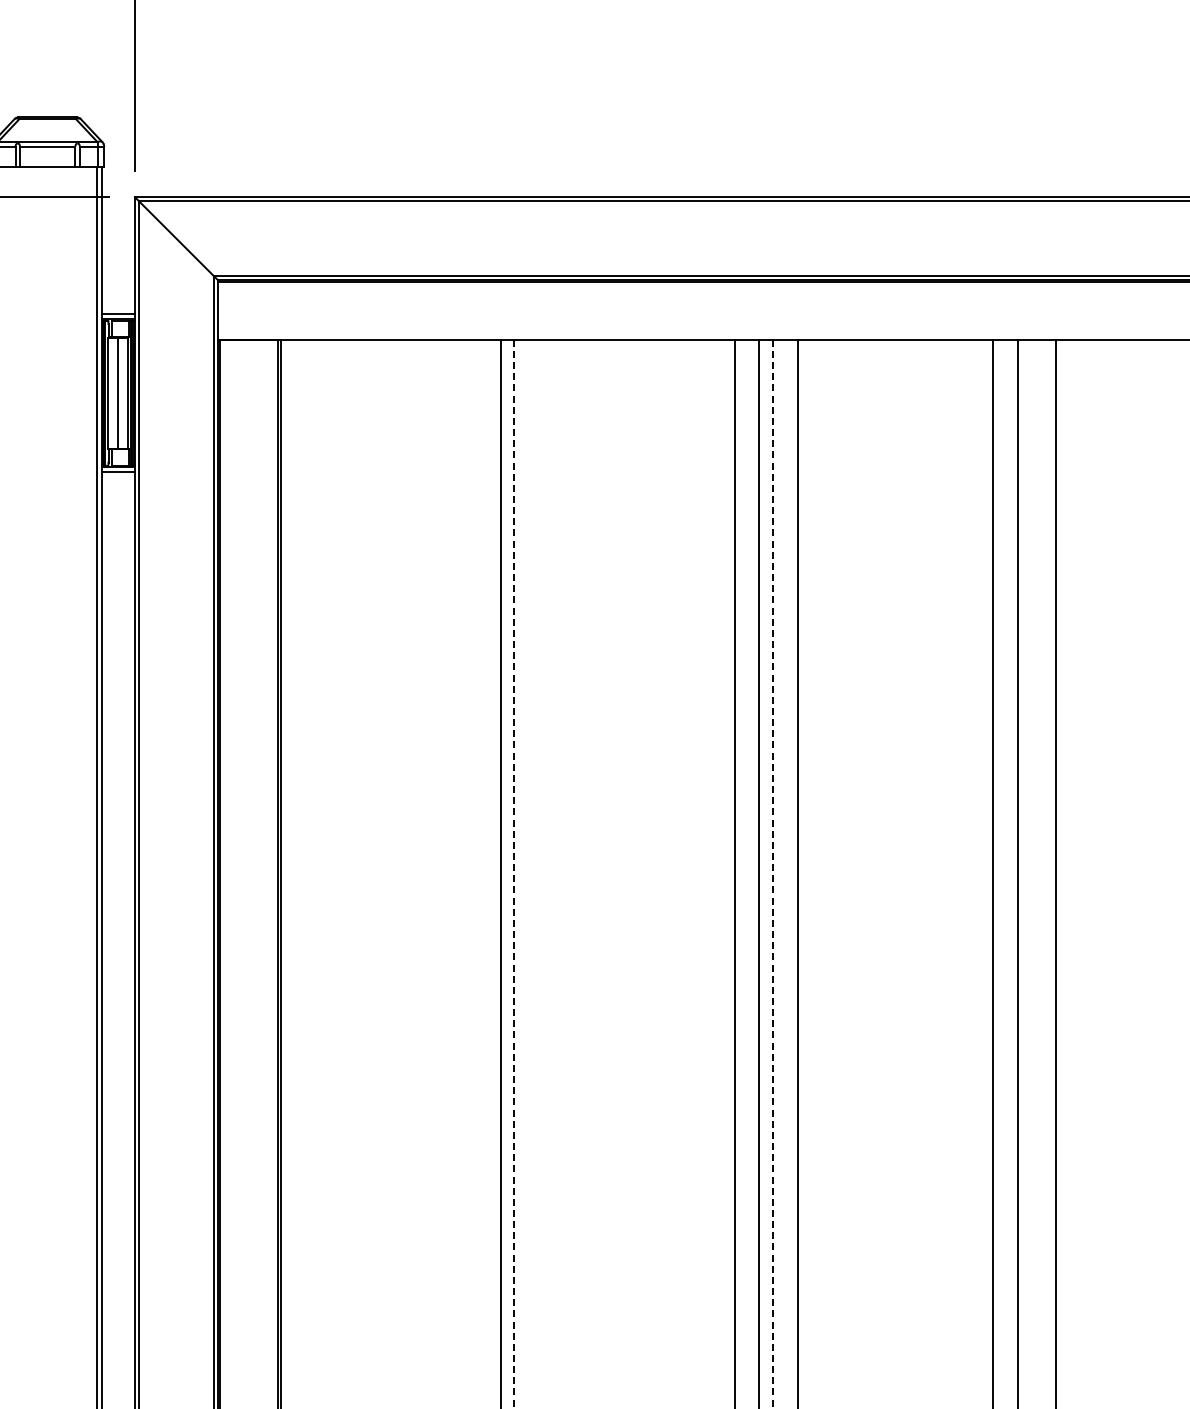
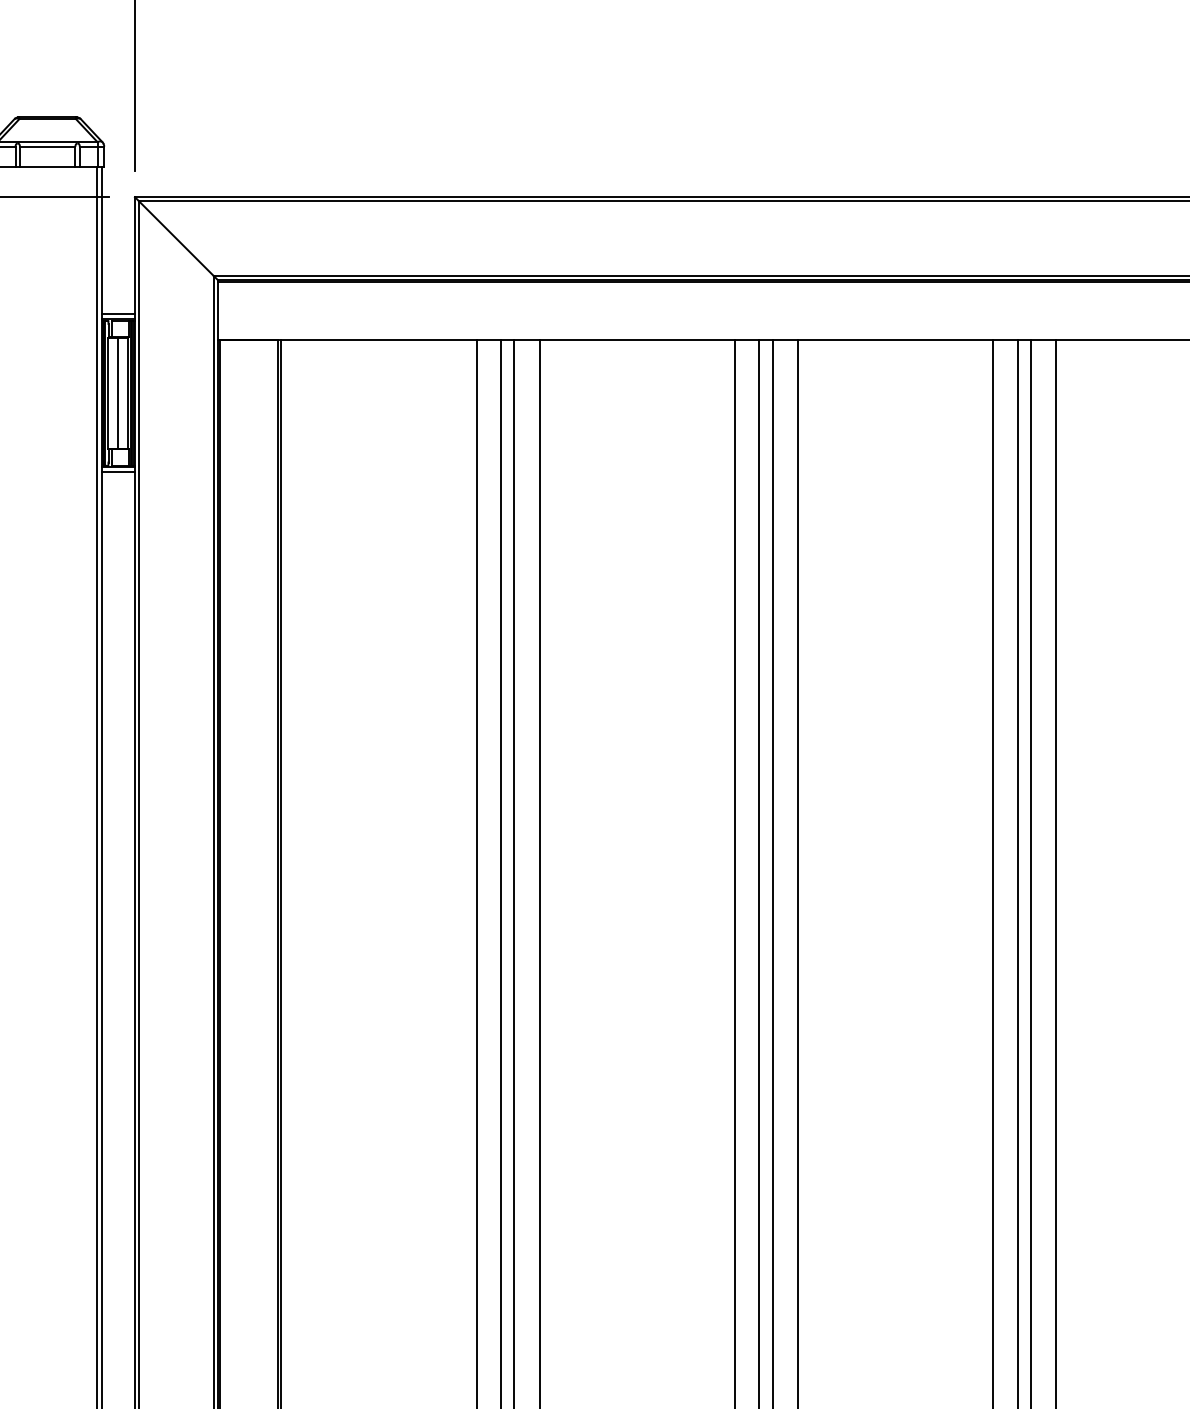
line at (476, 872): none -> present
line at (539, 872): none -> present
line at (1030, 872): none -> present
line at (514, 874): dashed -> solid
line at (772, 874): dashed -> solid
